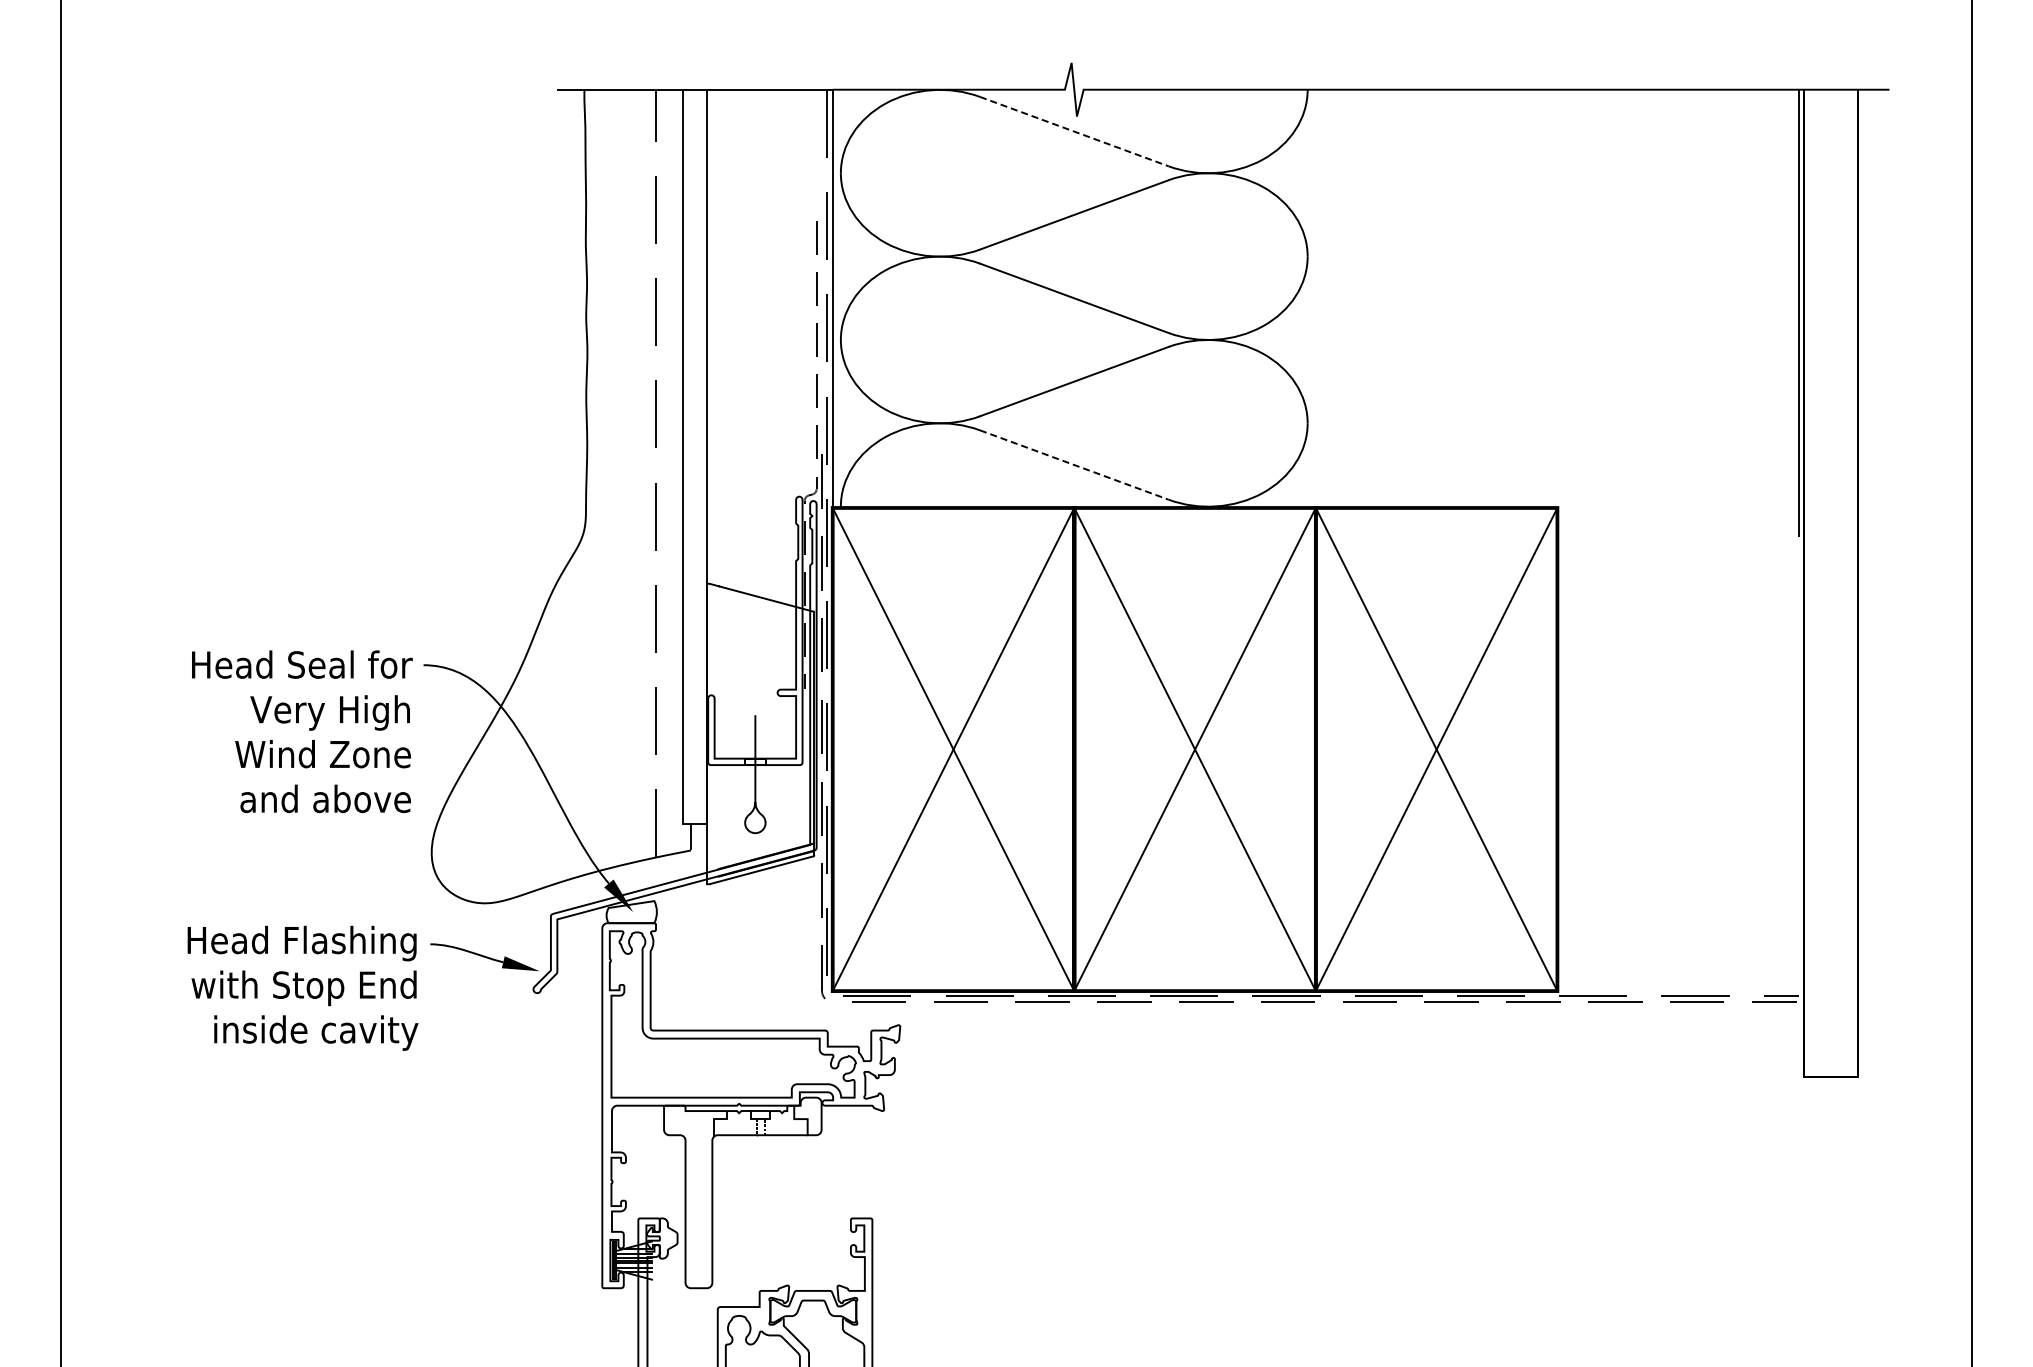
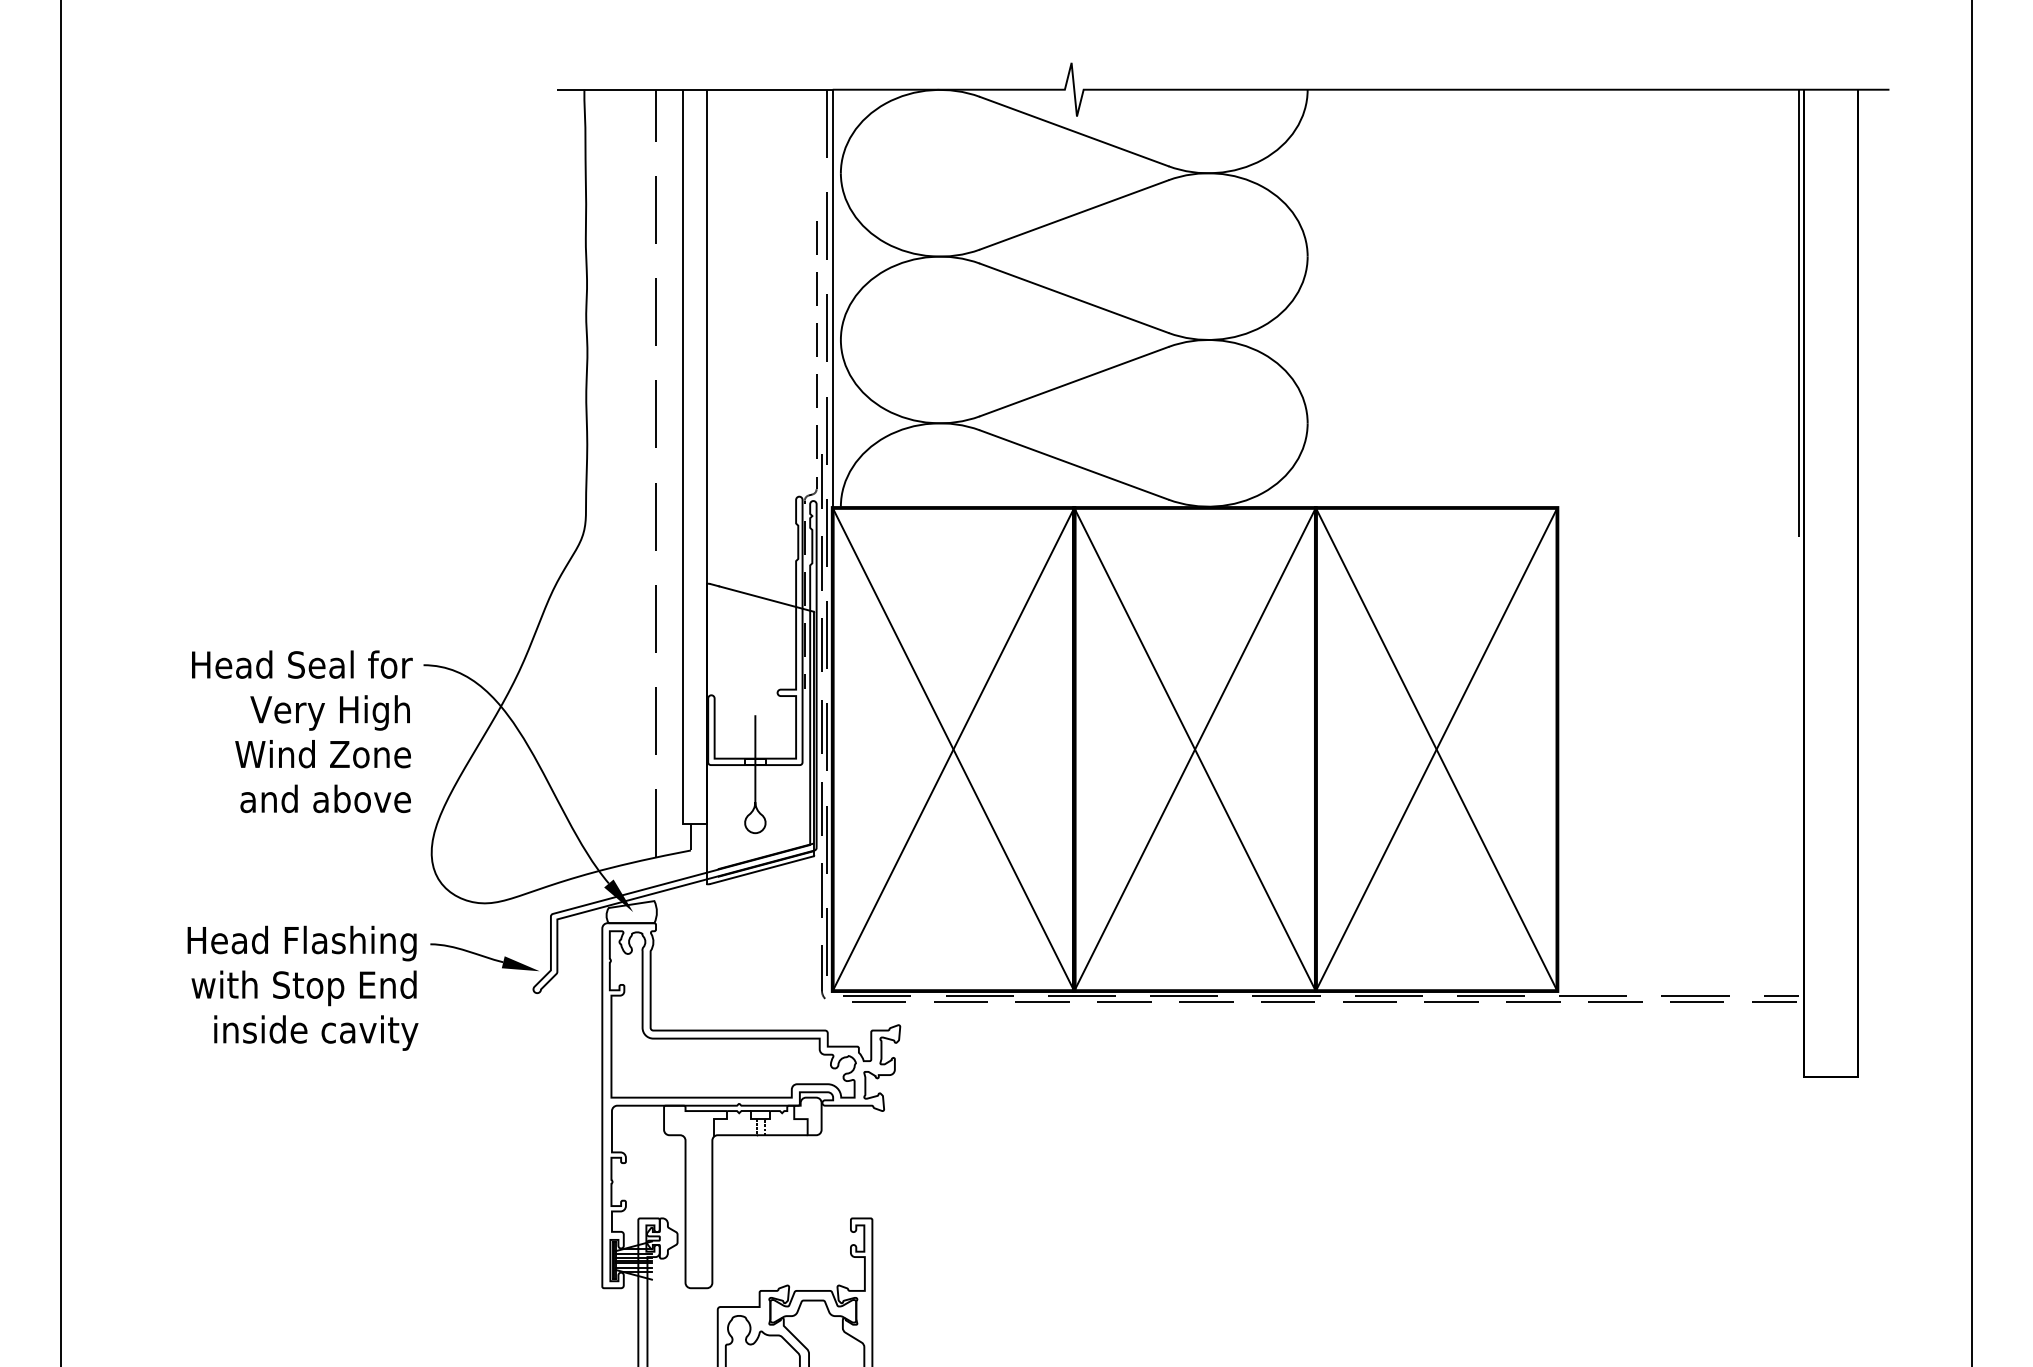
line at (1074, 131): dashed -> solid
line at (1074, 465): dashed -> solid
